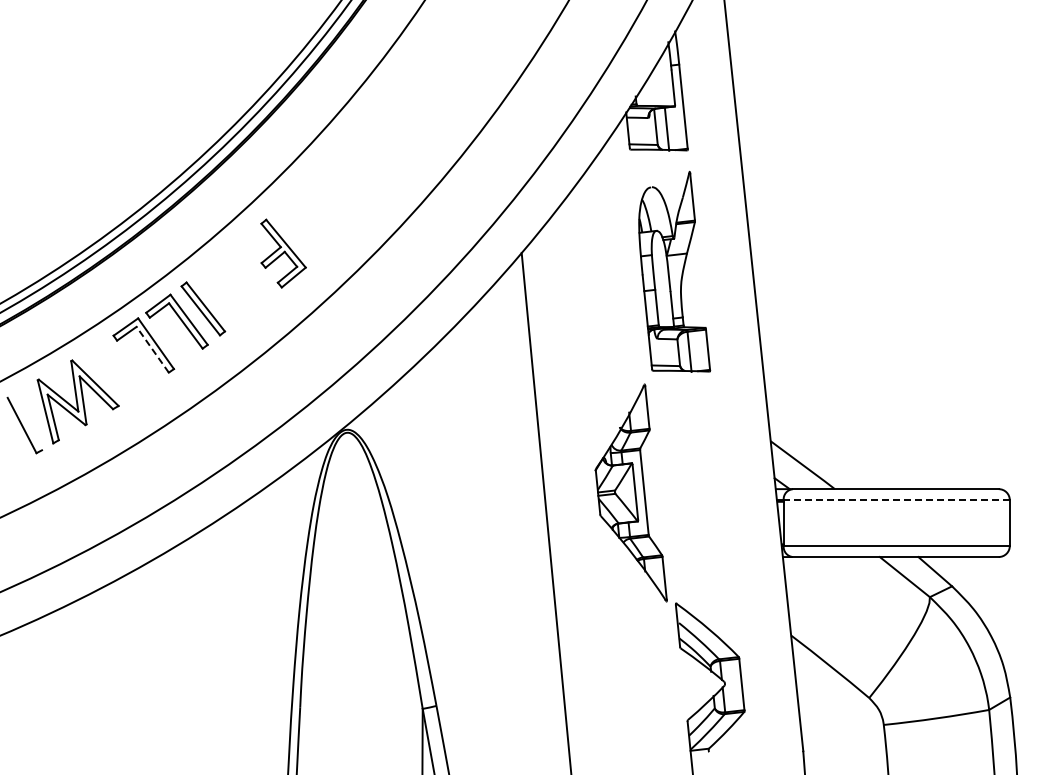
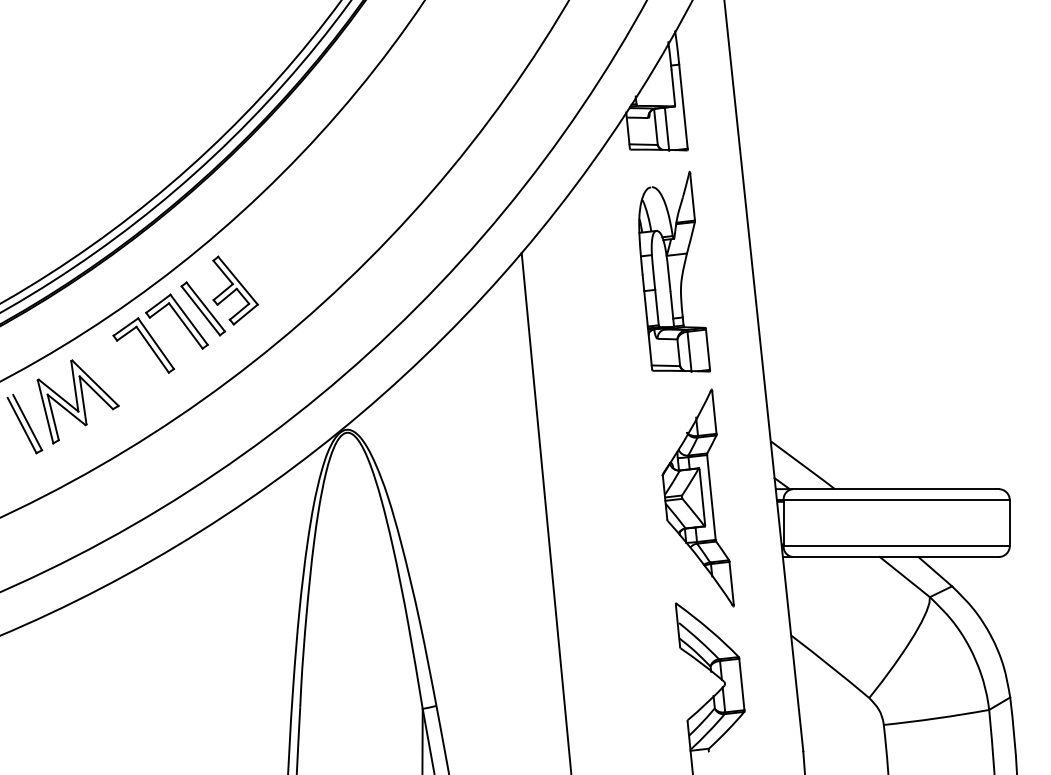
part at (283, 253) position: (283, 253) -> (235, 290)
line at (152, 349): dashed -> solid
line at (27, 422): none -> present
part at (630, 492) position: (630, 492) -> (697, 497)
line at (896, 500): dashed -> solid
